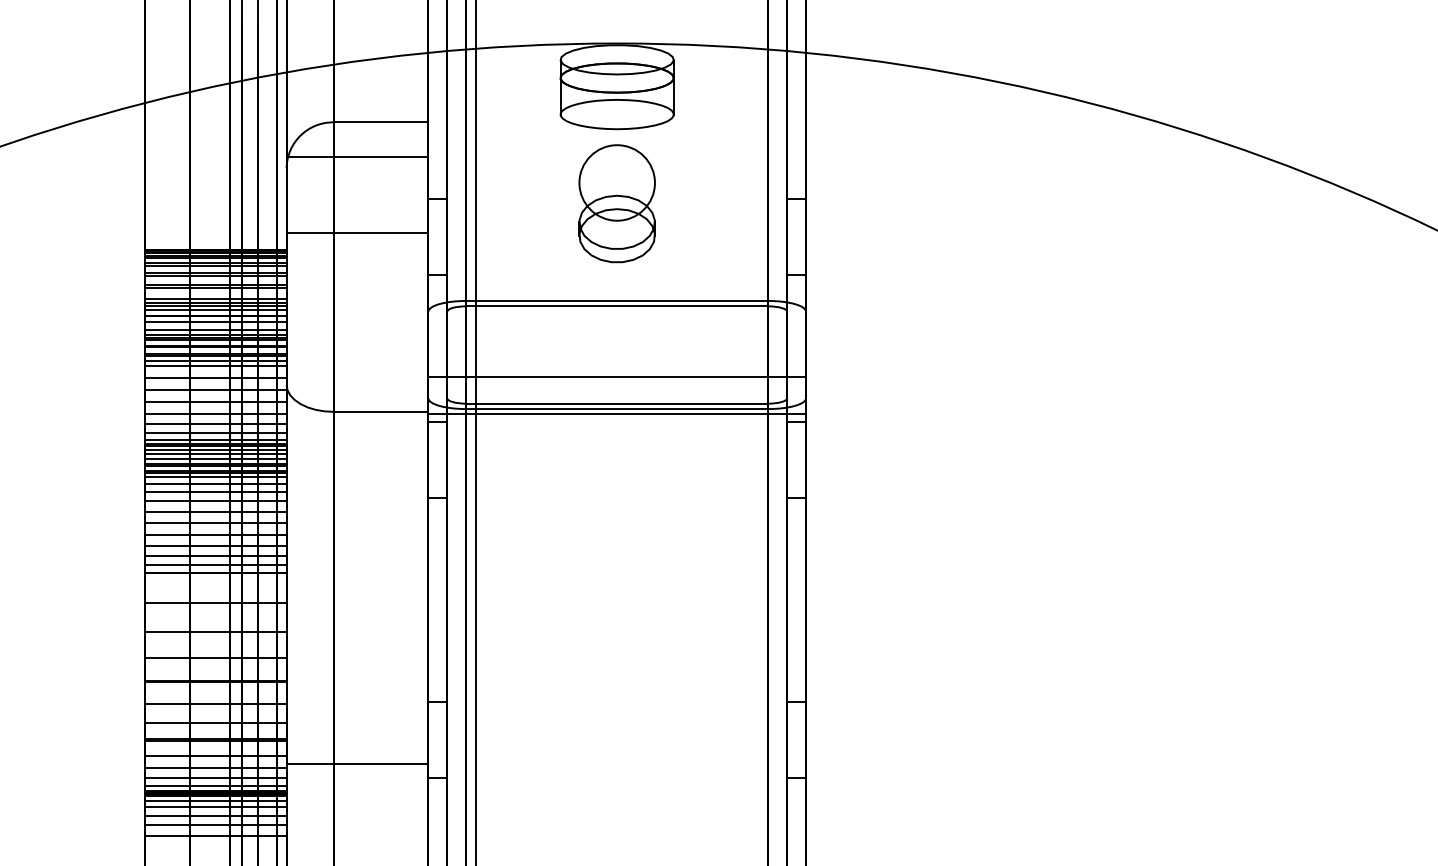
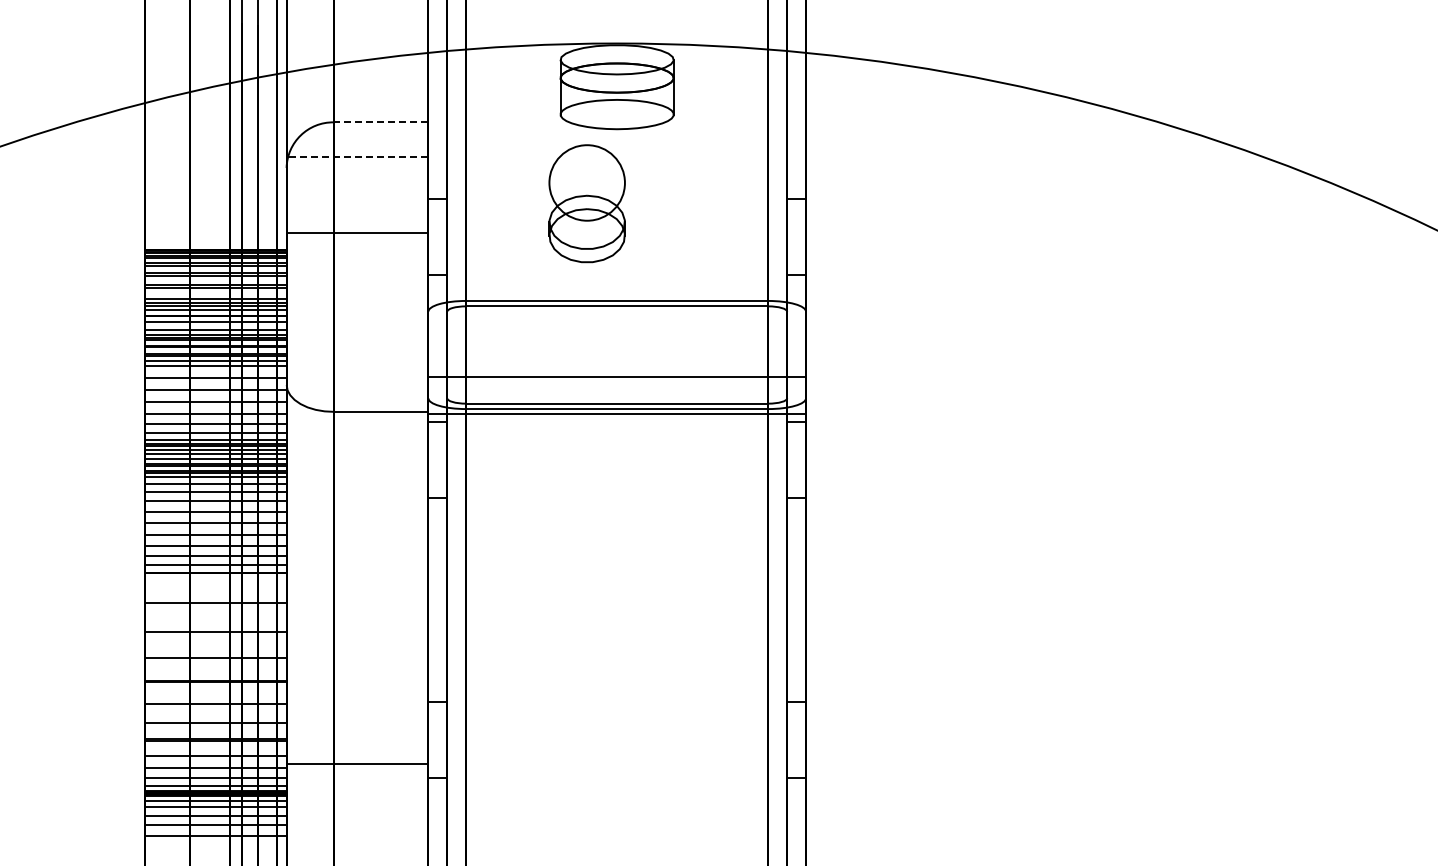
line at (380, 122): solid -> dashed
line at (357, 157): solid -> dashed
part at (616, 203) position: (616, 203) -> (586, 203)
line at (475, 432): present -> none
